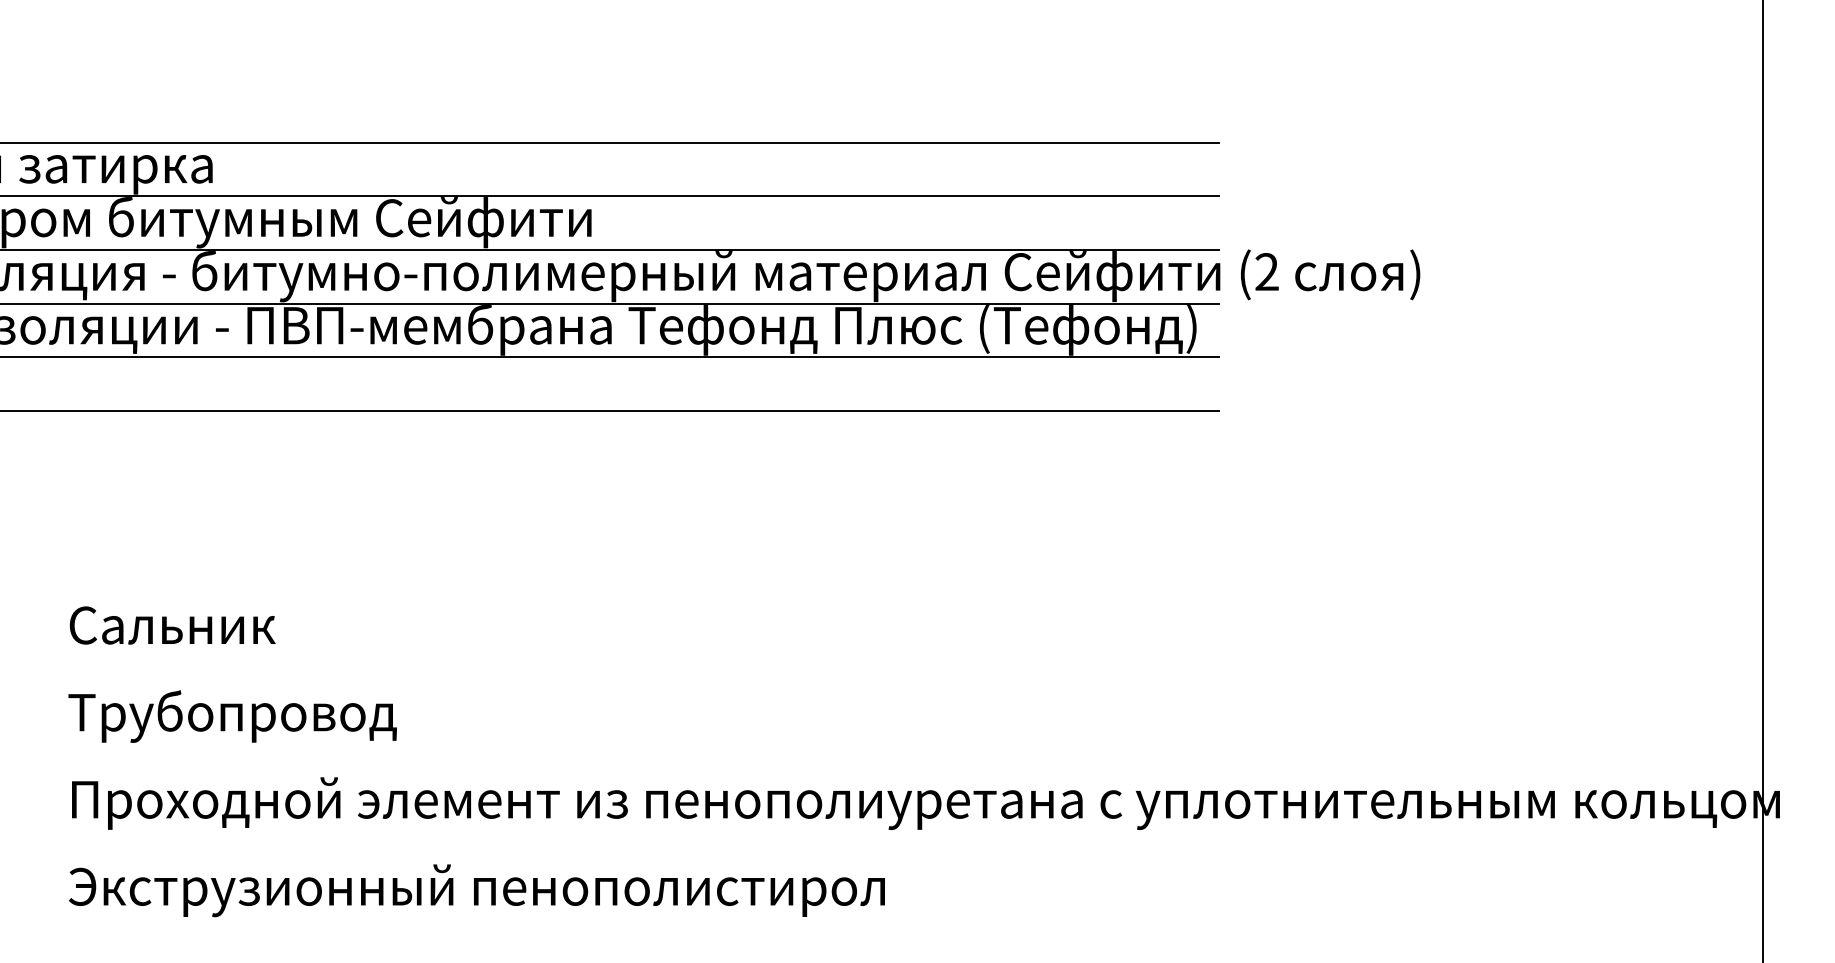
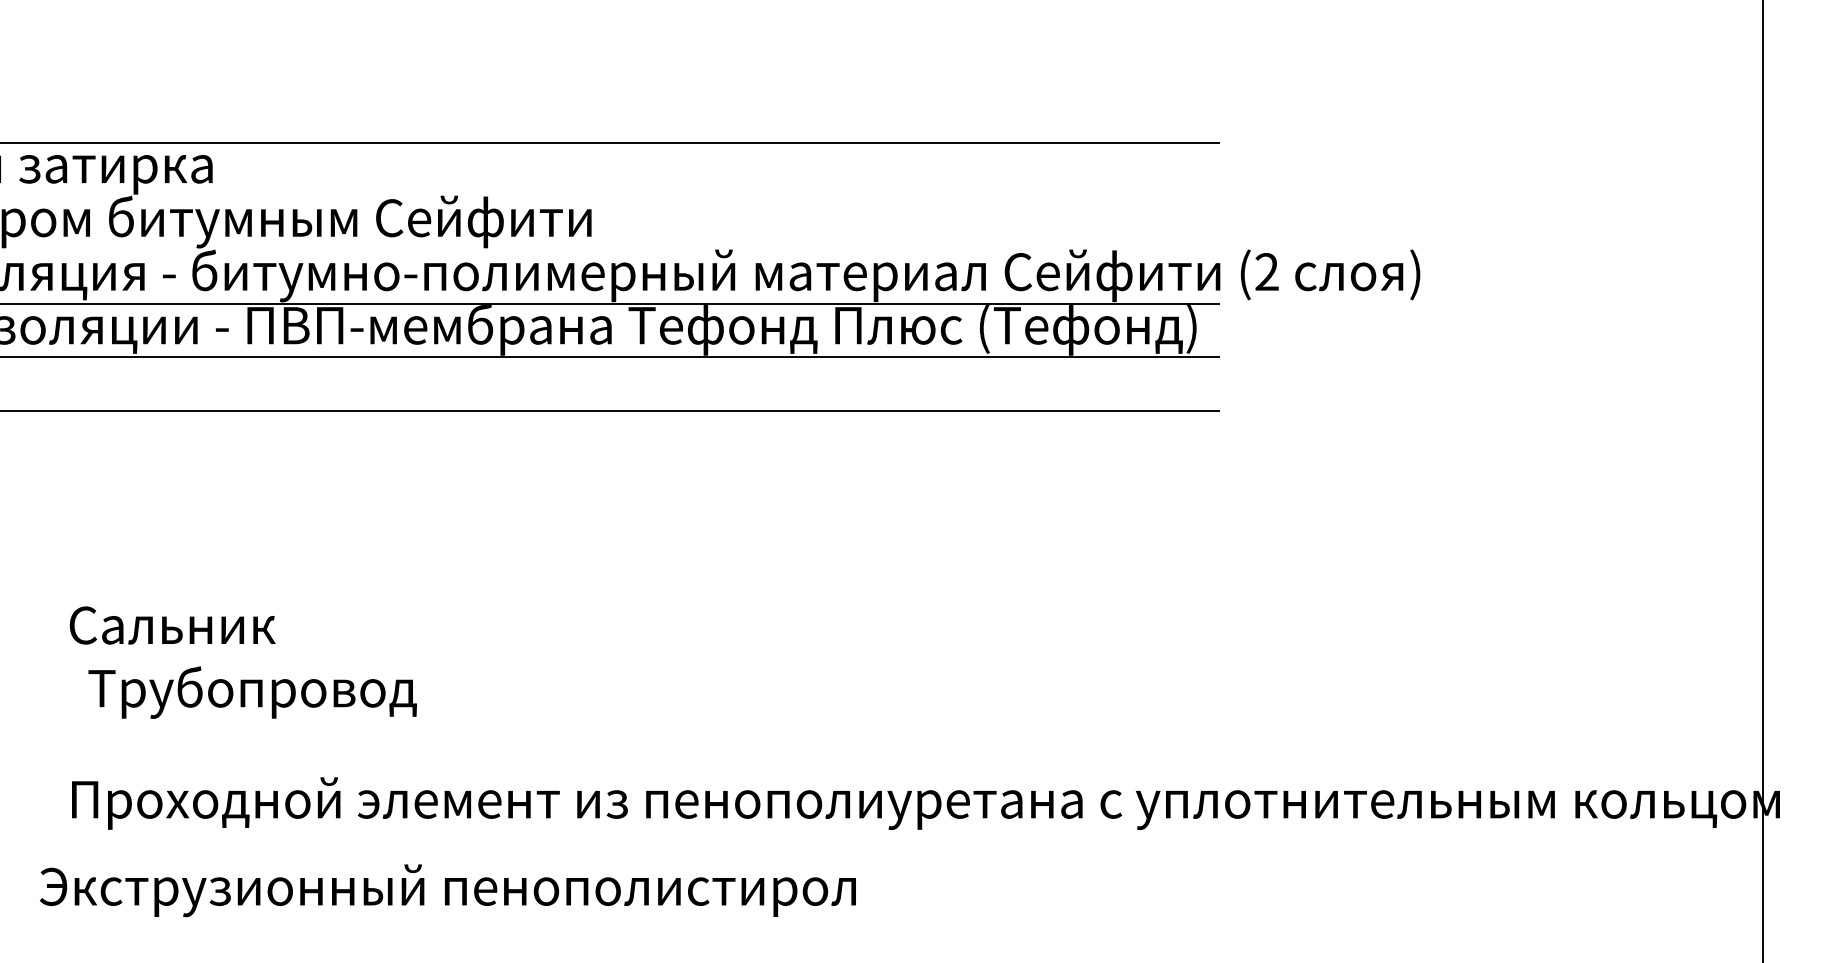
line at (610, 196): present -> none
line at (610, 249): present -> none
text at (232, 716) position: (232, 716) -> (252, 692)
text at (476, 890) position: (476, 890) -> (447, 890)
